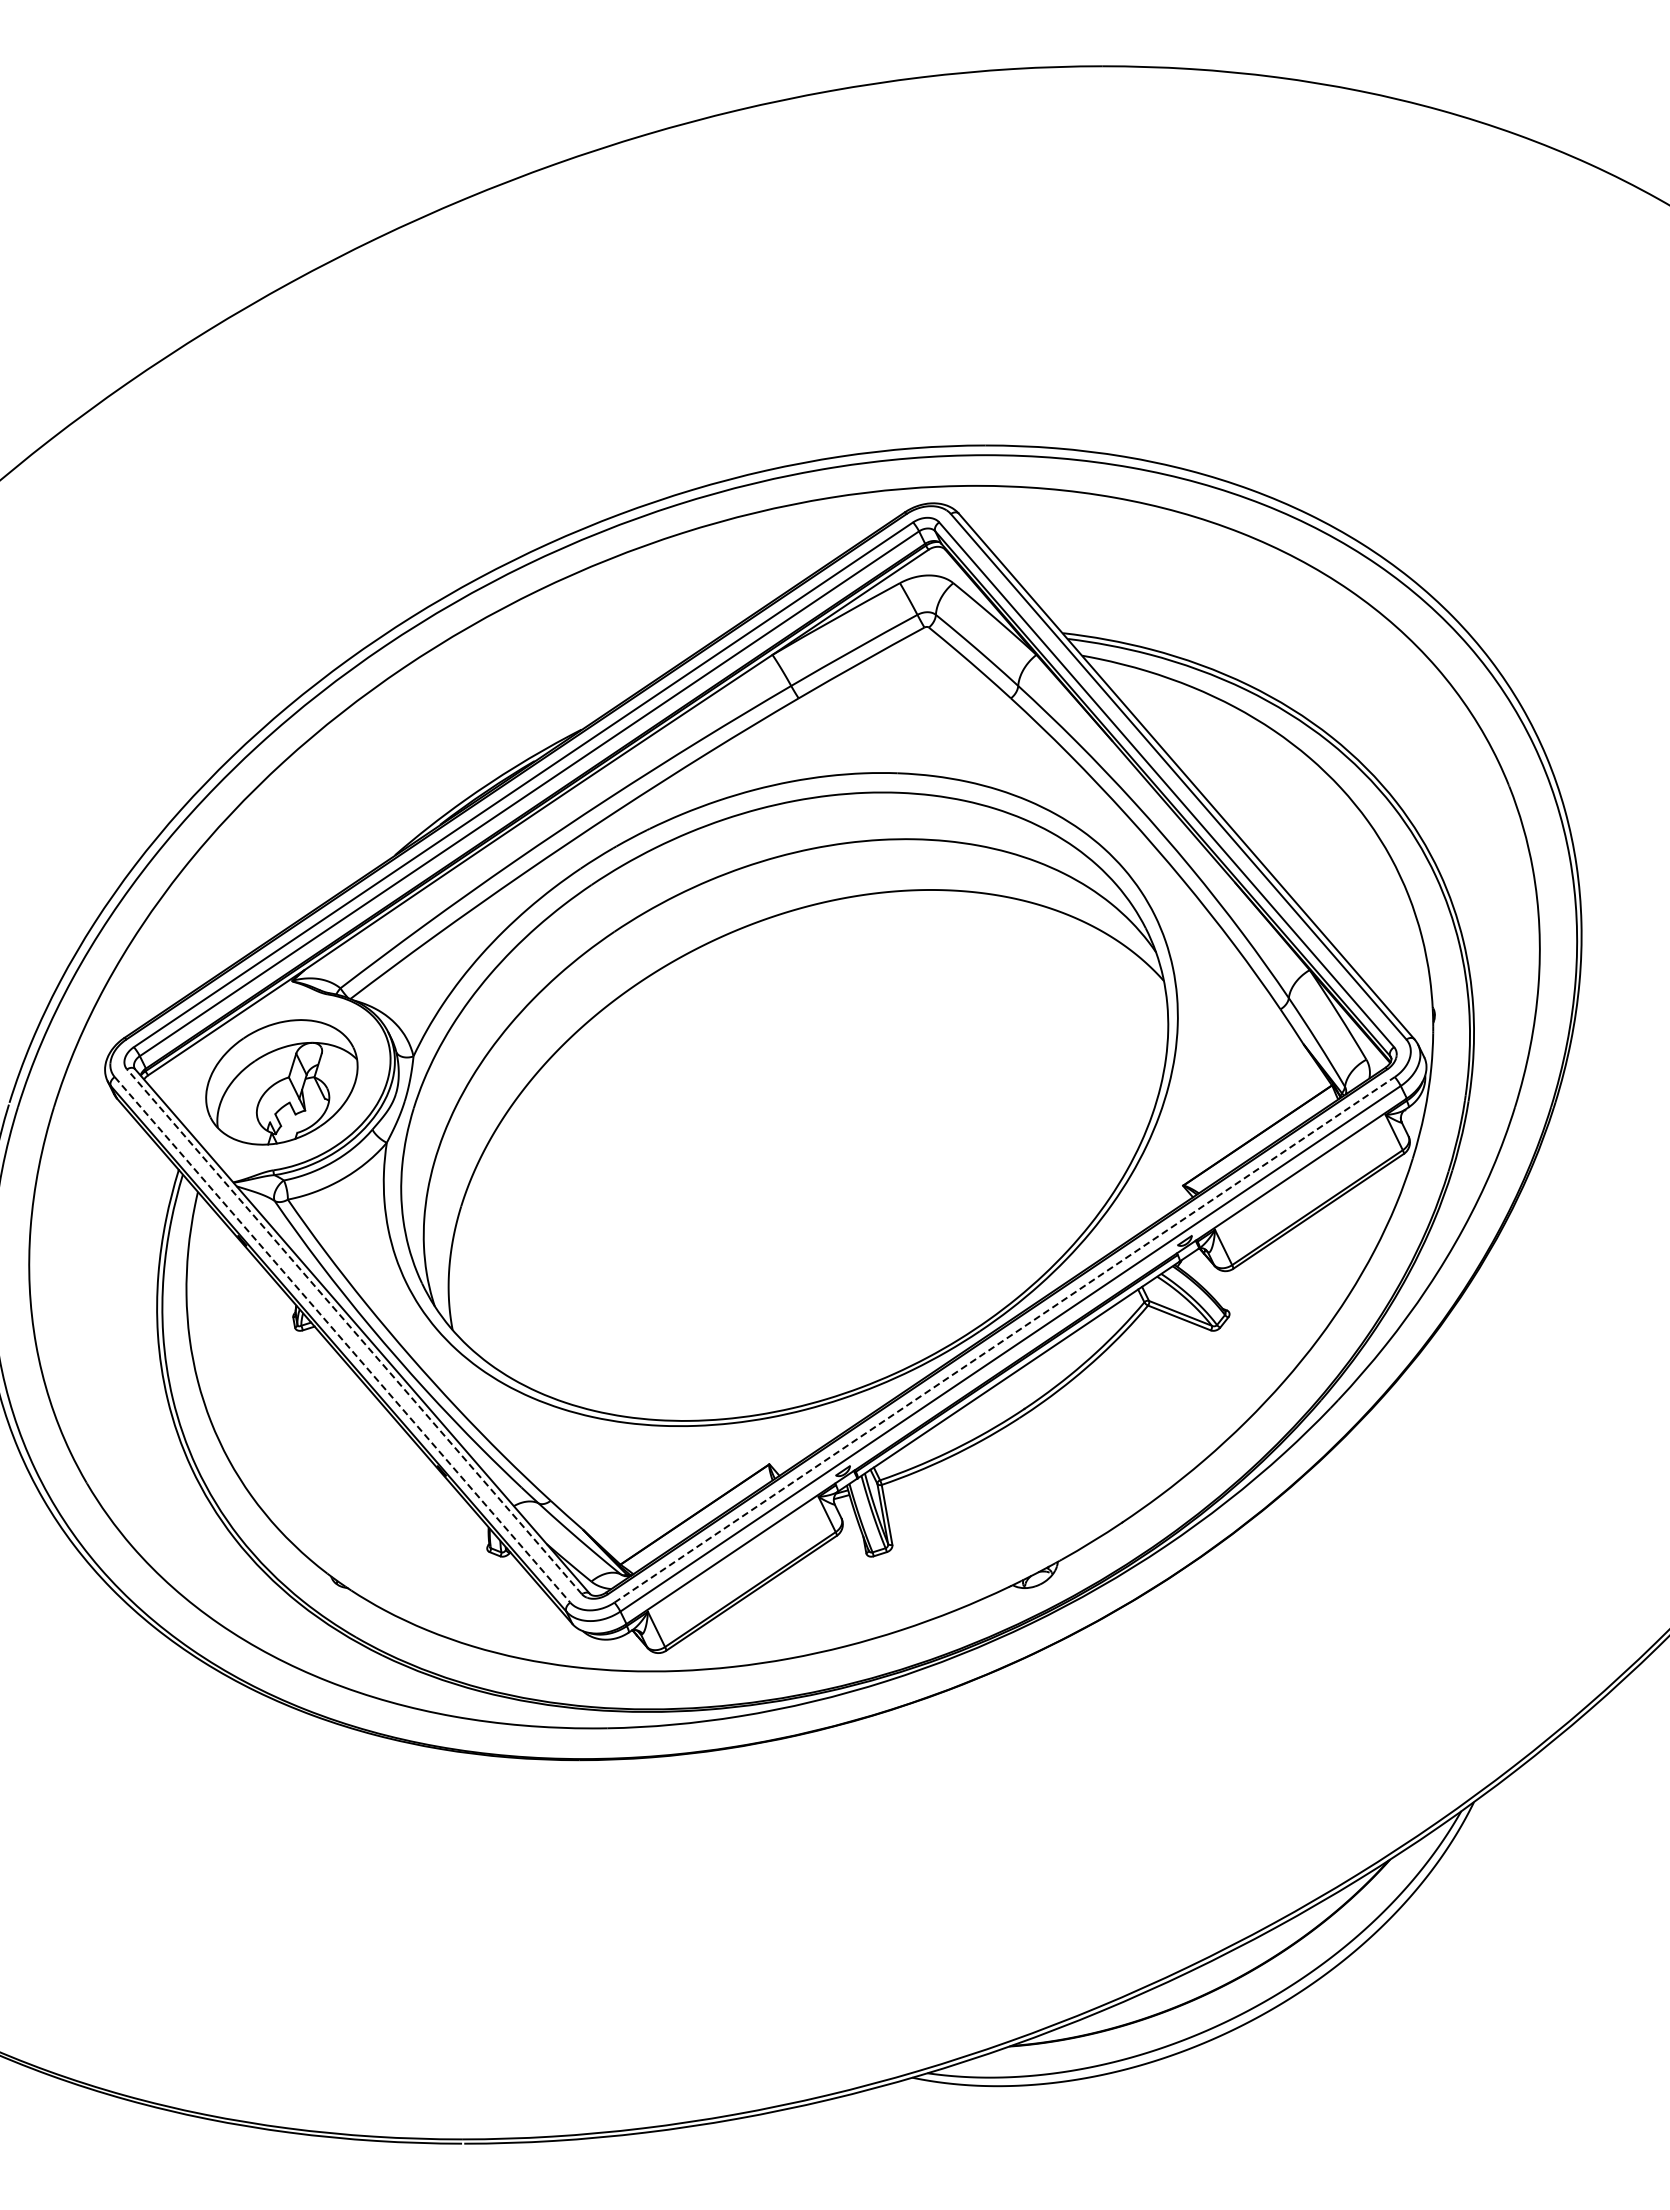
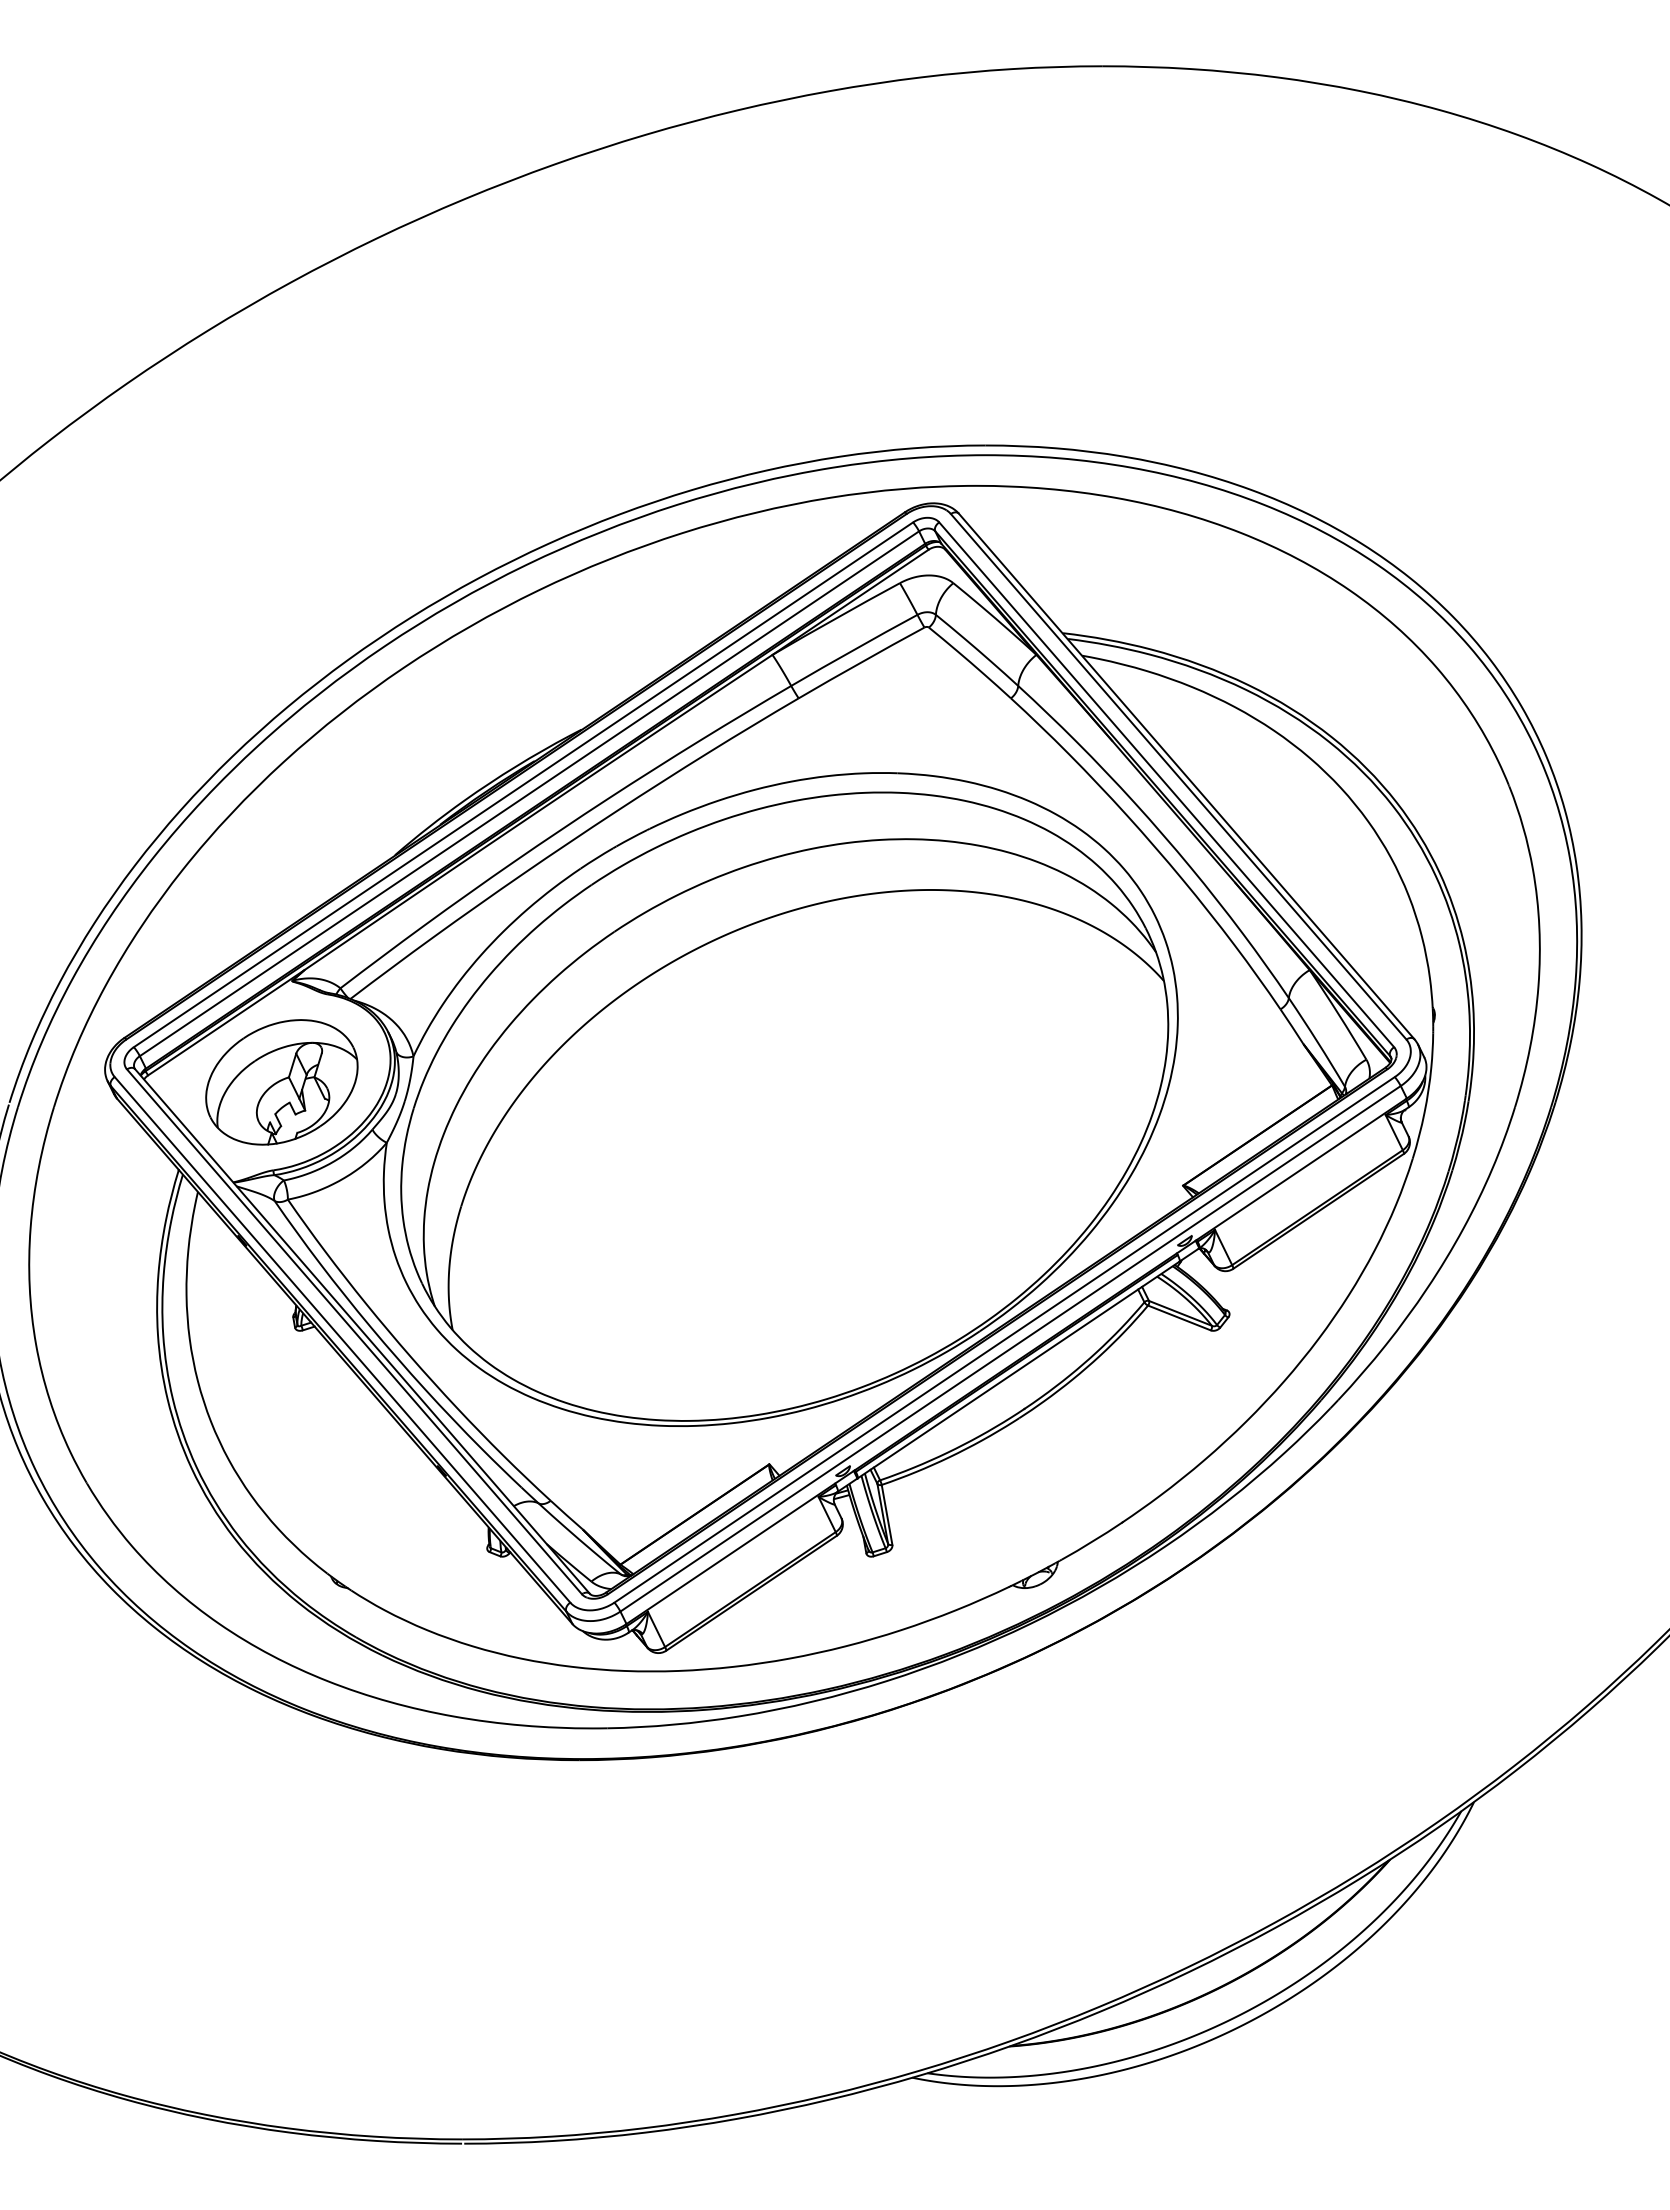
line at (354, 1331): dashed -> solid
line at (342, 1339): dashed -> solid
line at (1005, 1339): dashed -> solid
